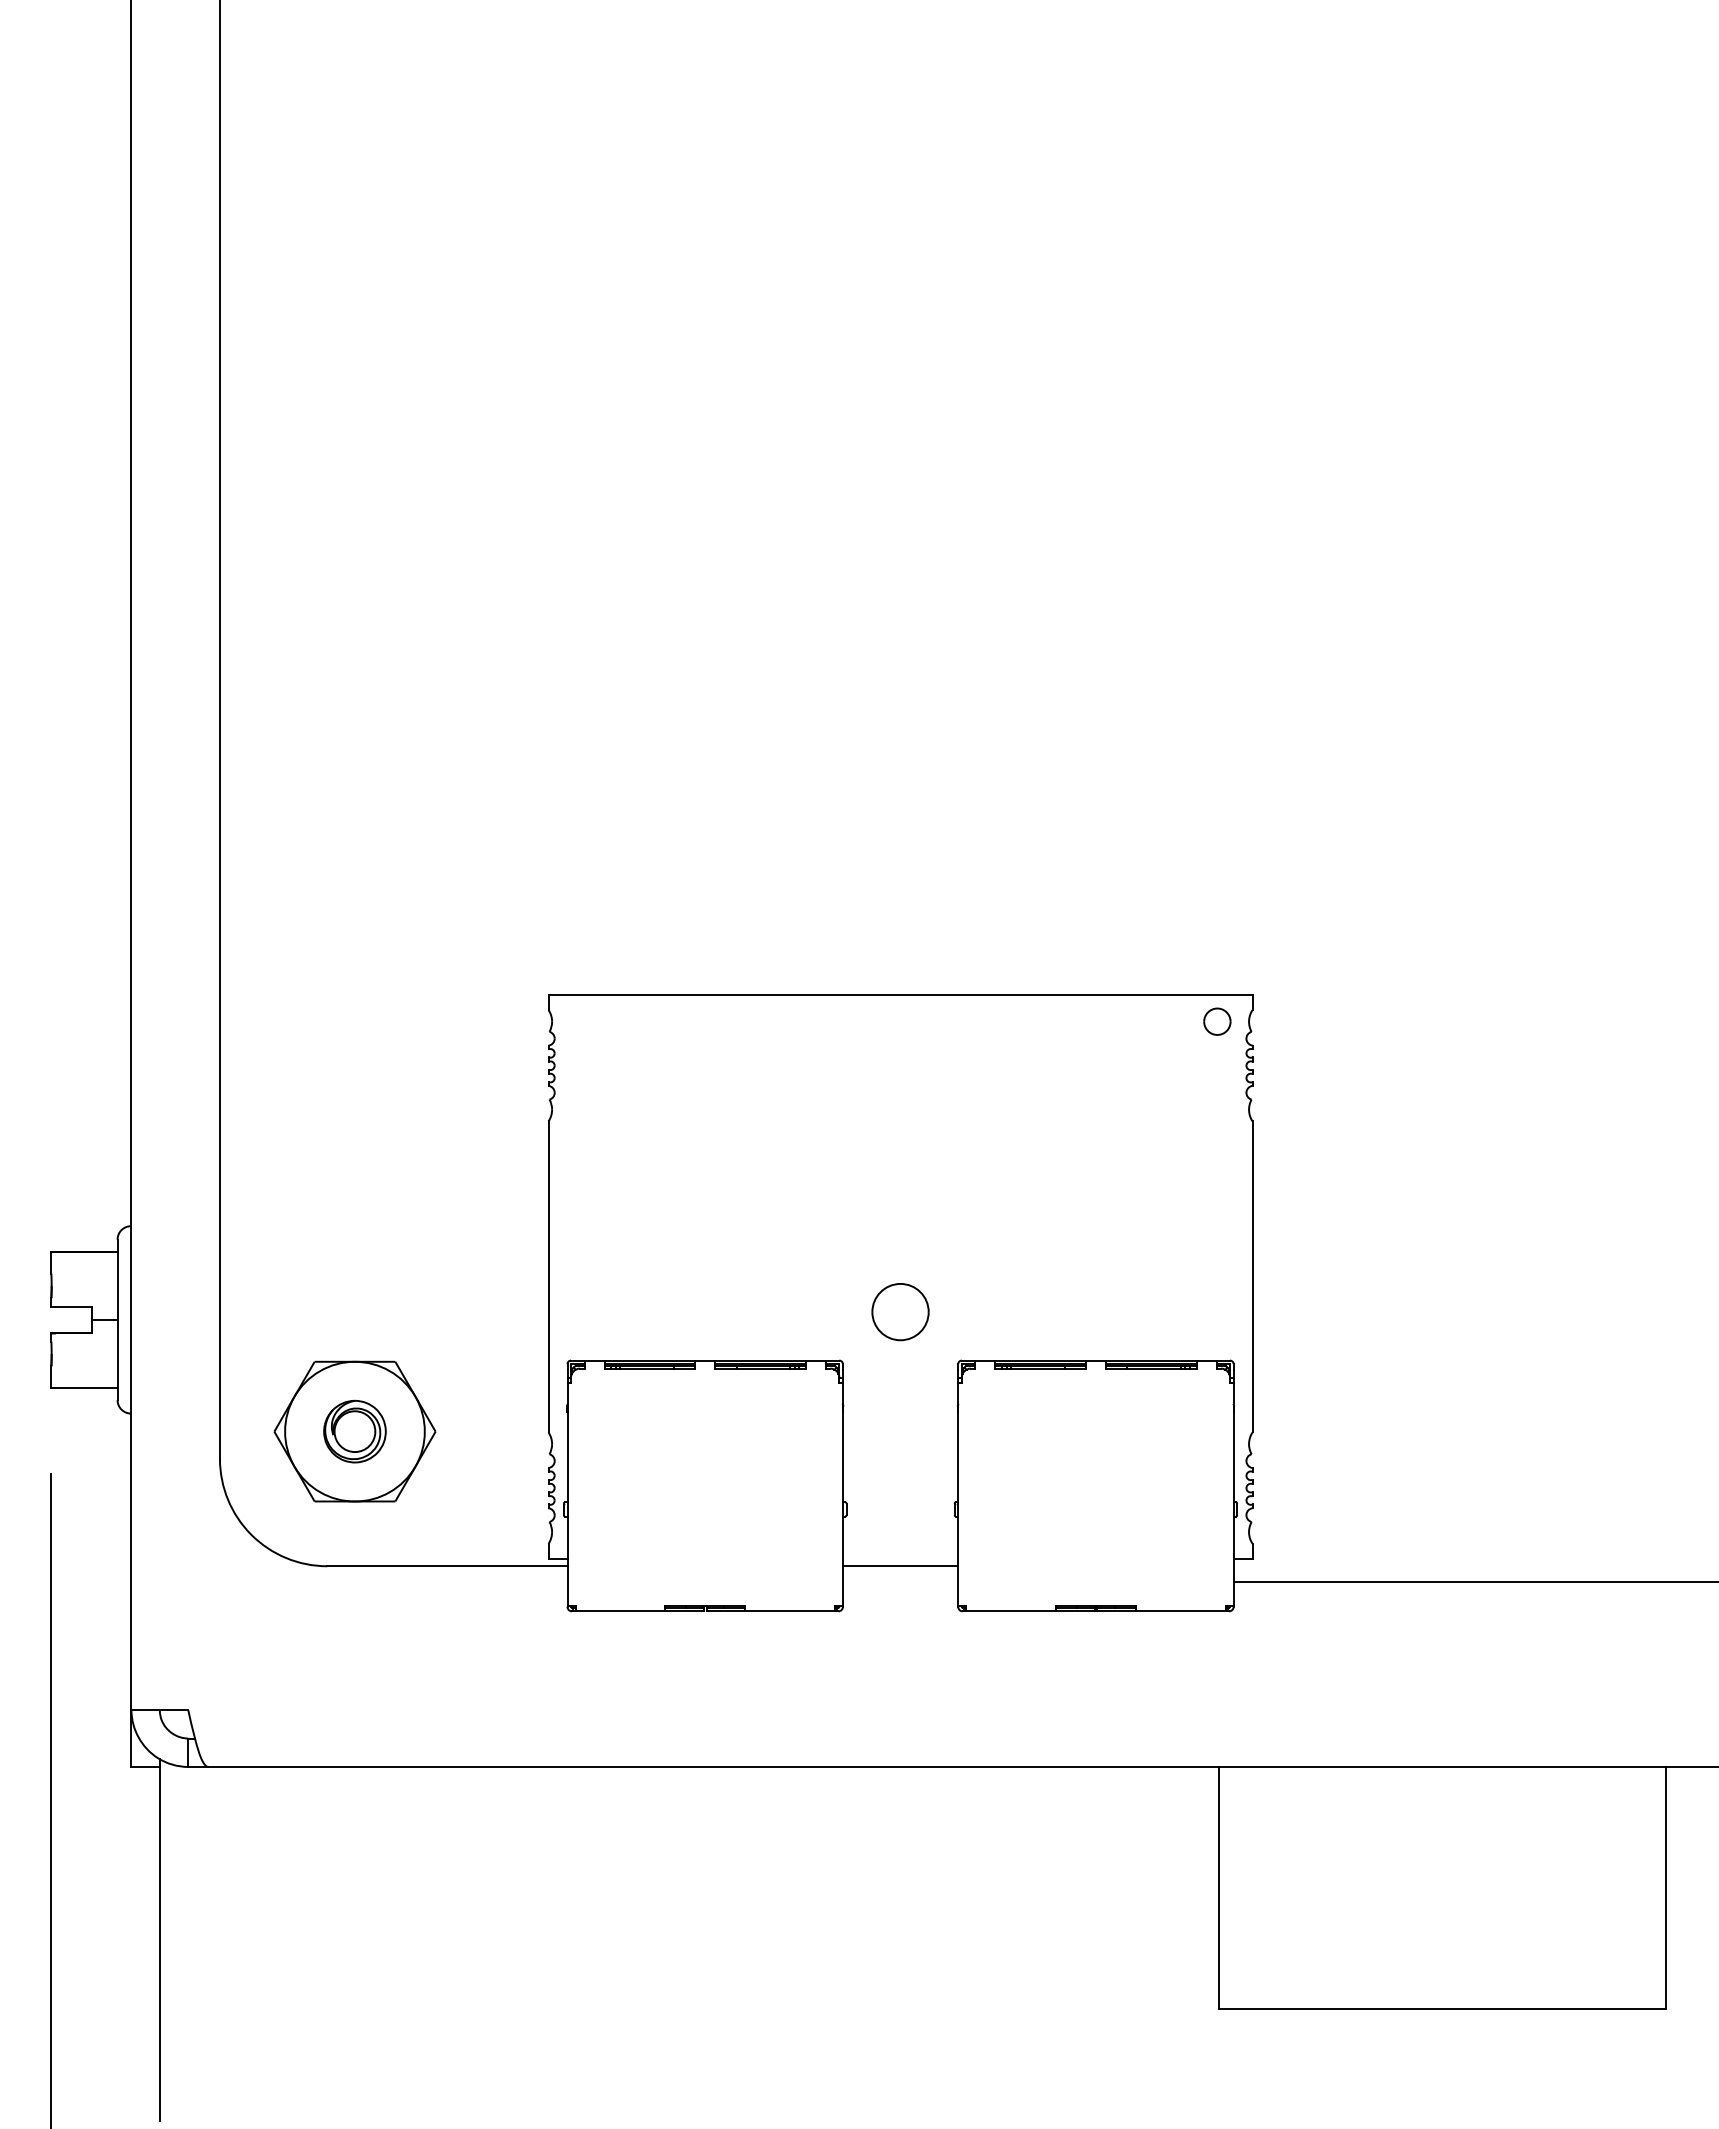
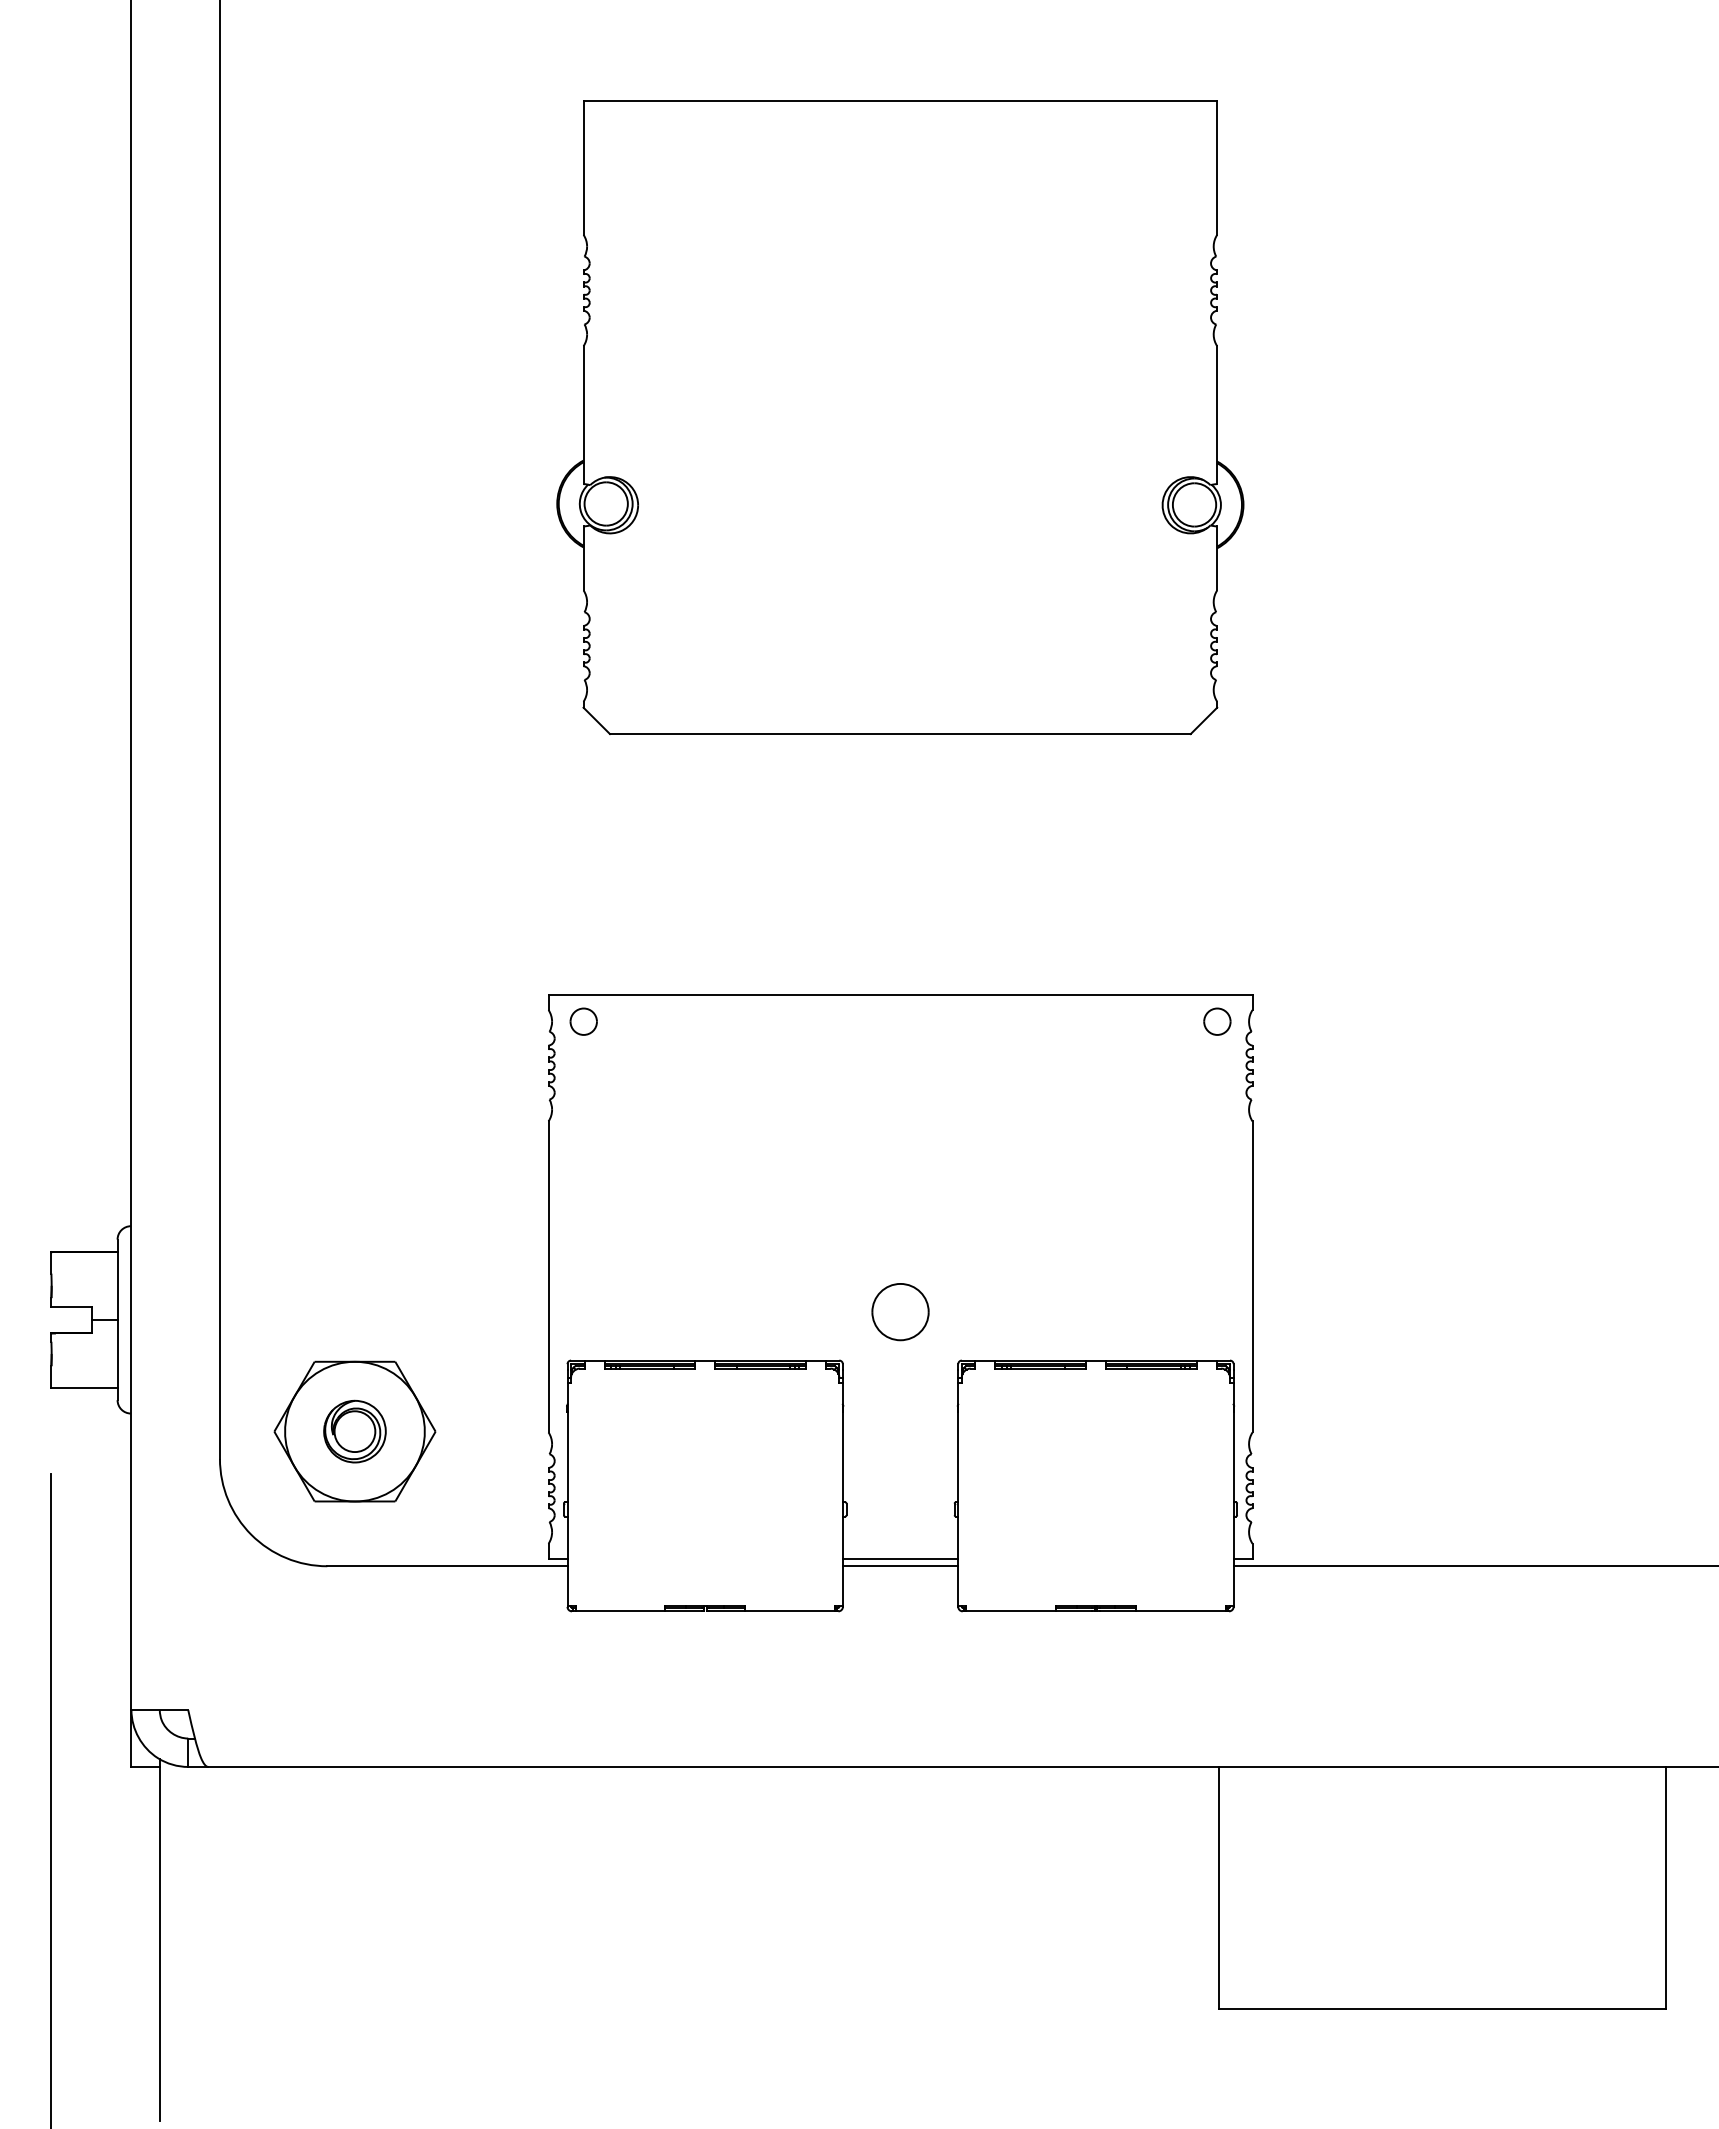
part at (900, 417): none -> present
part at (583, 1021): none -> present
line at (900, 1558): none -> present
line at (1474, 1582) position: (1474, 1582) -> (1474, 1566)
